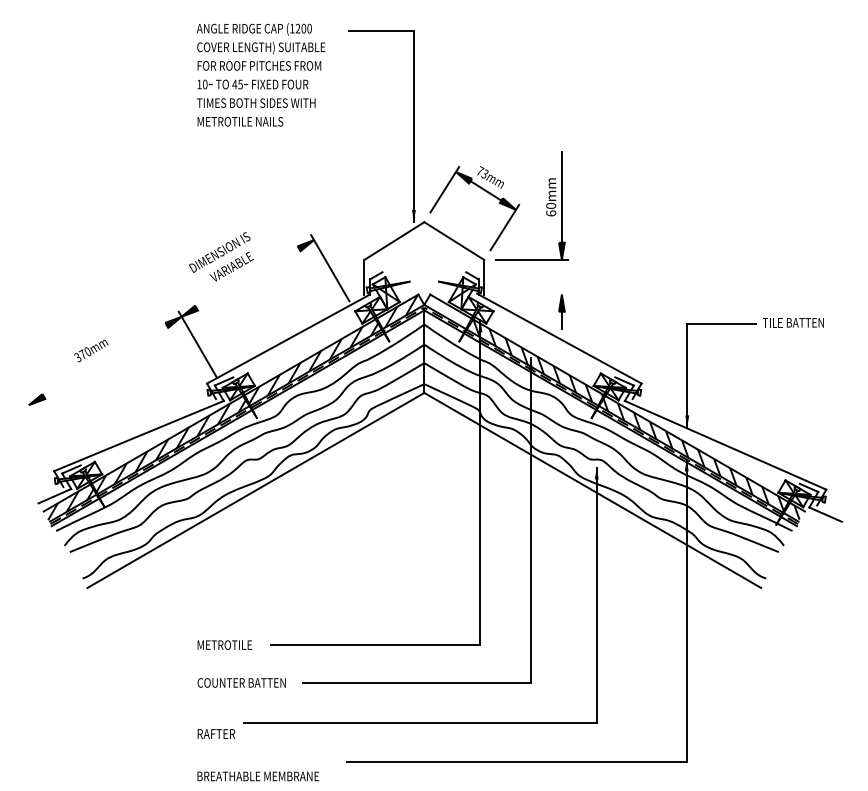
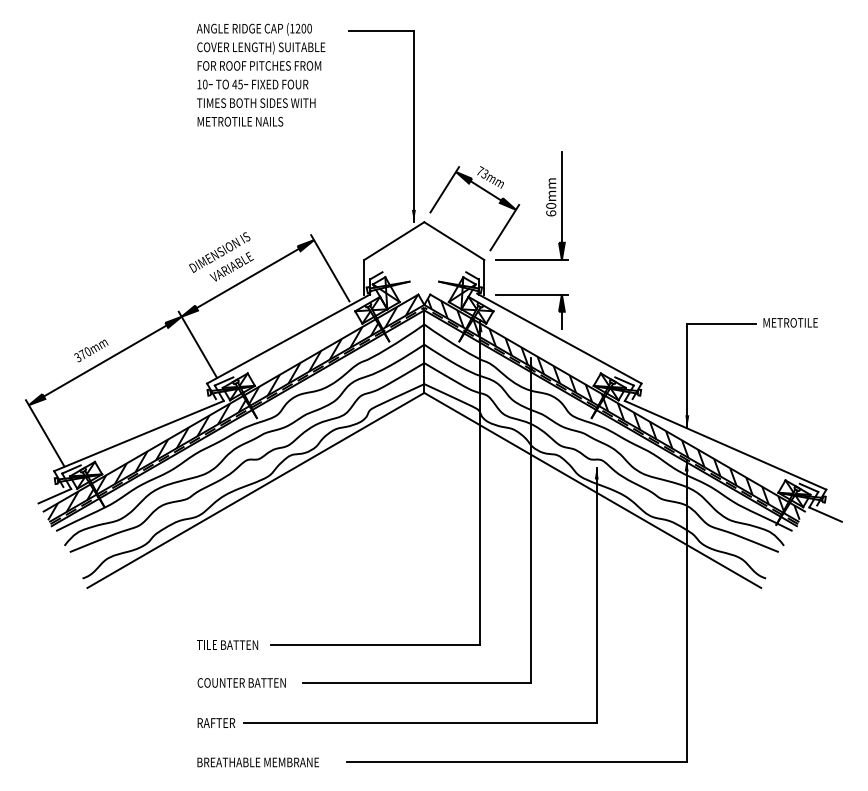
line at (247, 278): none -> present
line at (531, 294): none -> present
hatch at (445, 312): none -> present
text at (793, 322): TILE BATTEN -> METROTILE
line at (104, 360): none -> present
line at (45, 433): none -> present
text at (227, 644): METROTILE -> TILE BATTEN
text at (216, 733) position: (216, 733) -> (216, 722)
text at (257, 776) position: (257, 776) -> (257, 762)
